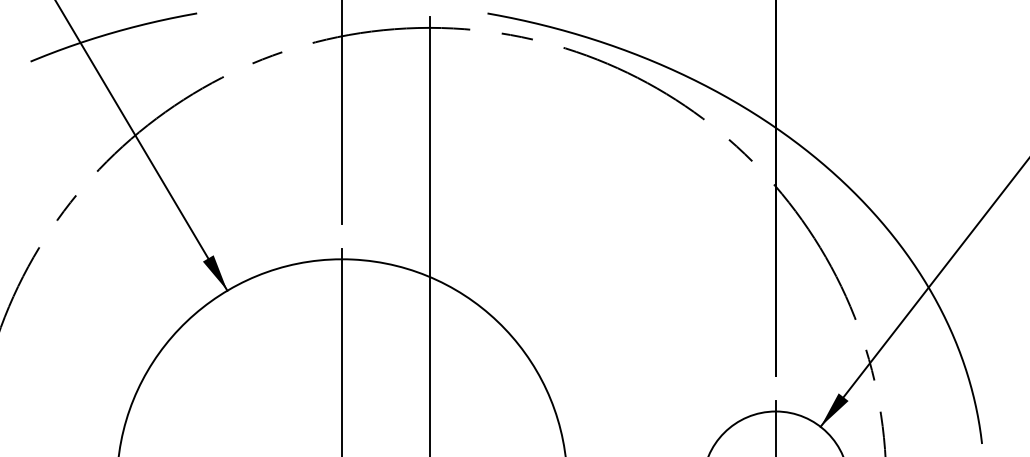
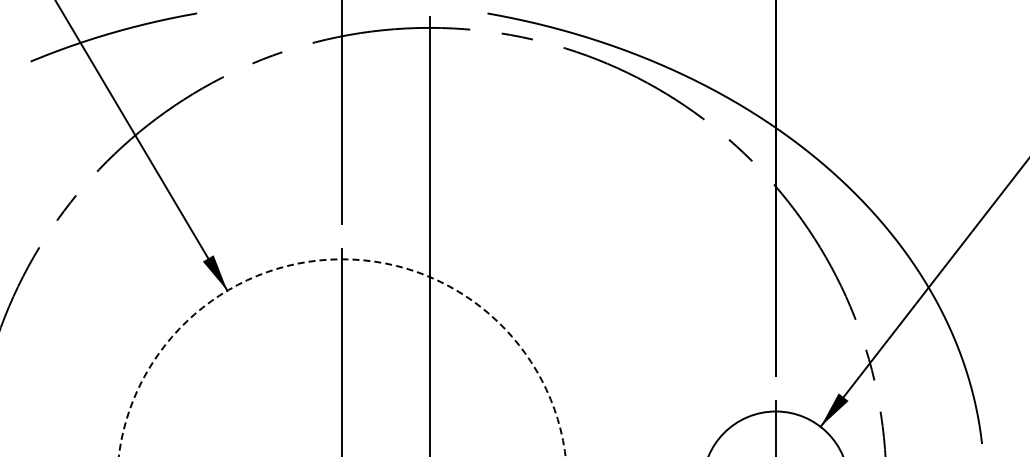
arc at (341, 259): solid -> dashed
